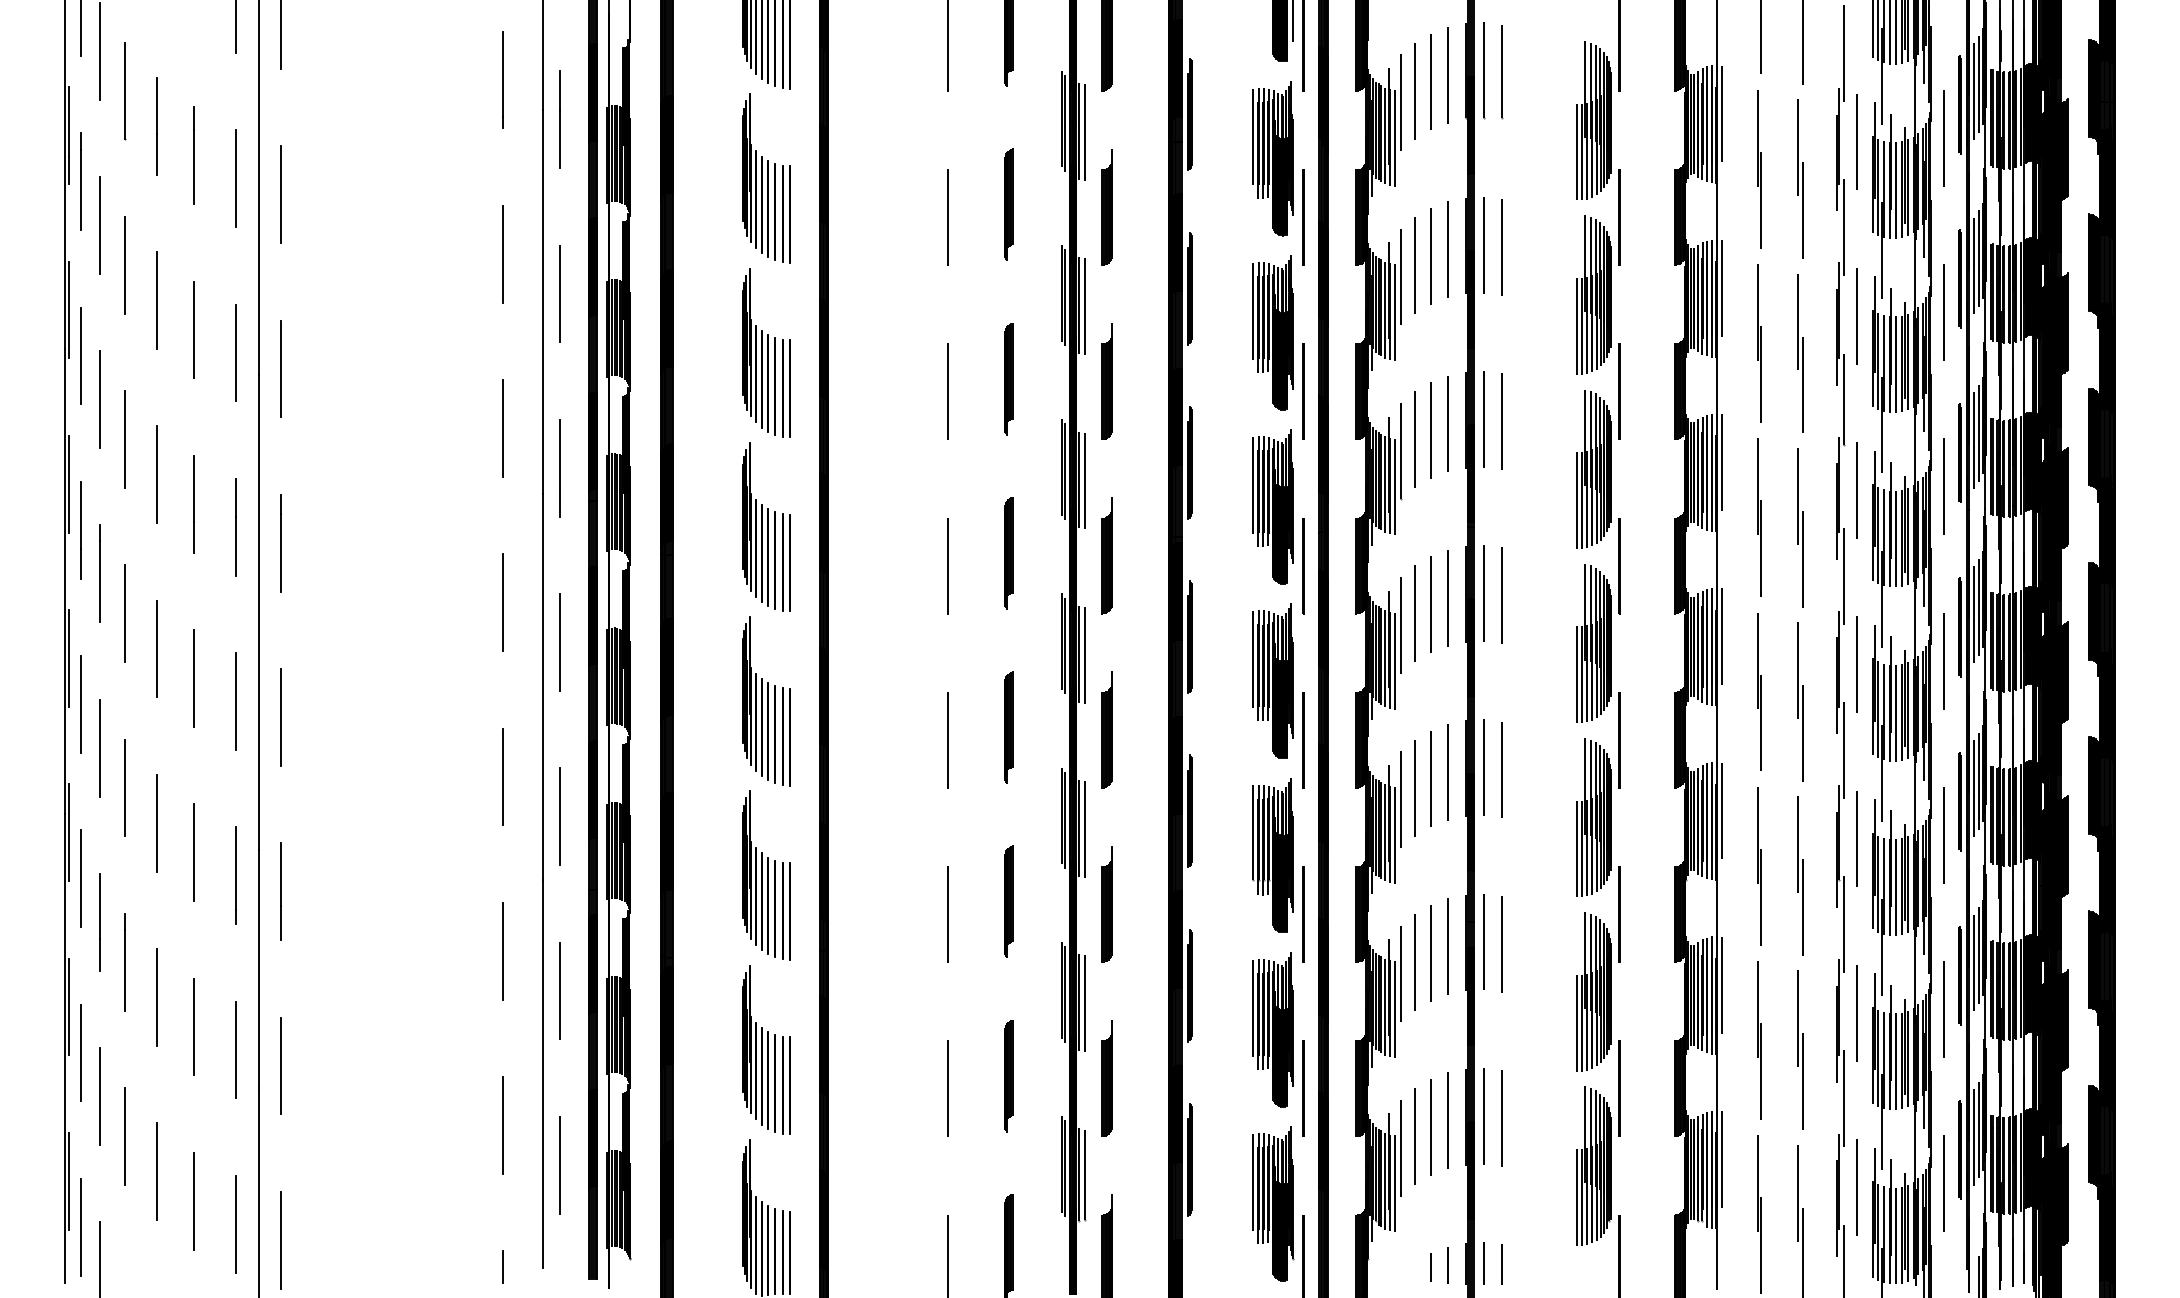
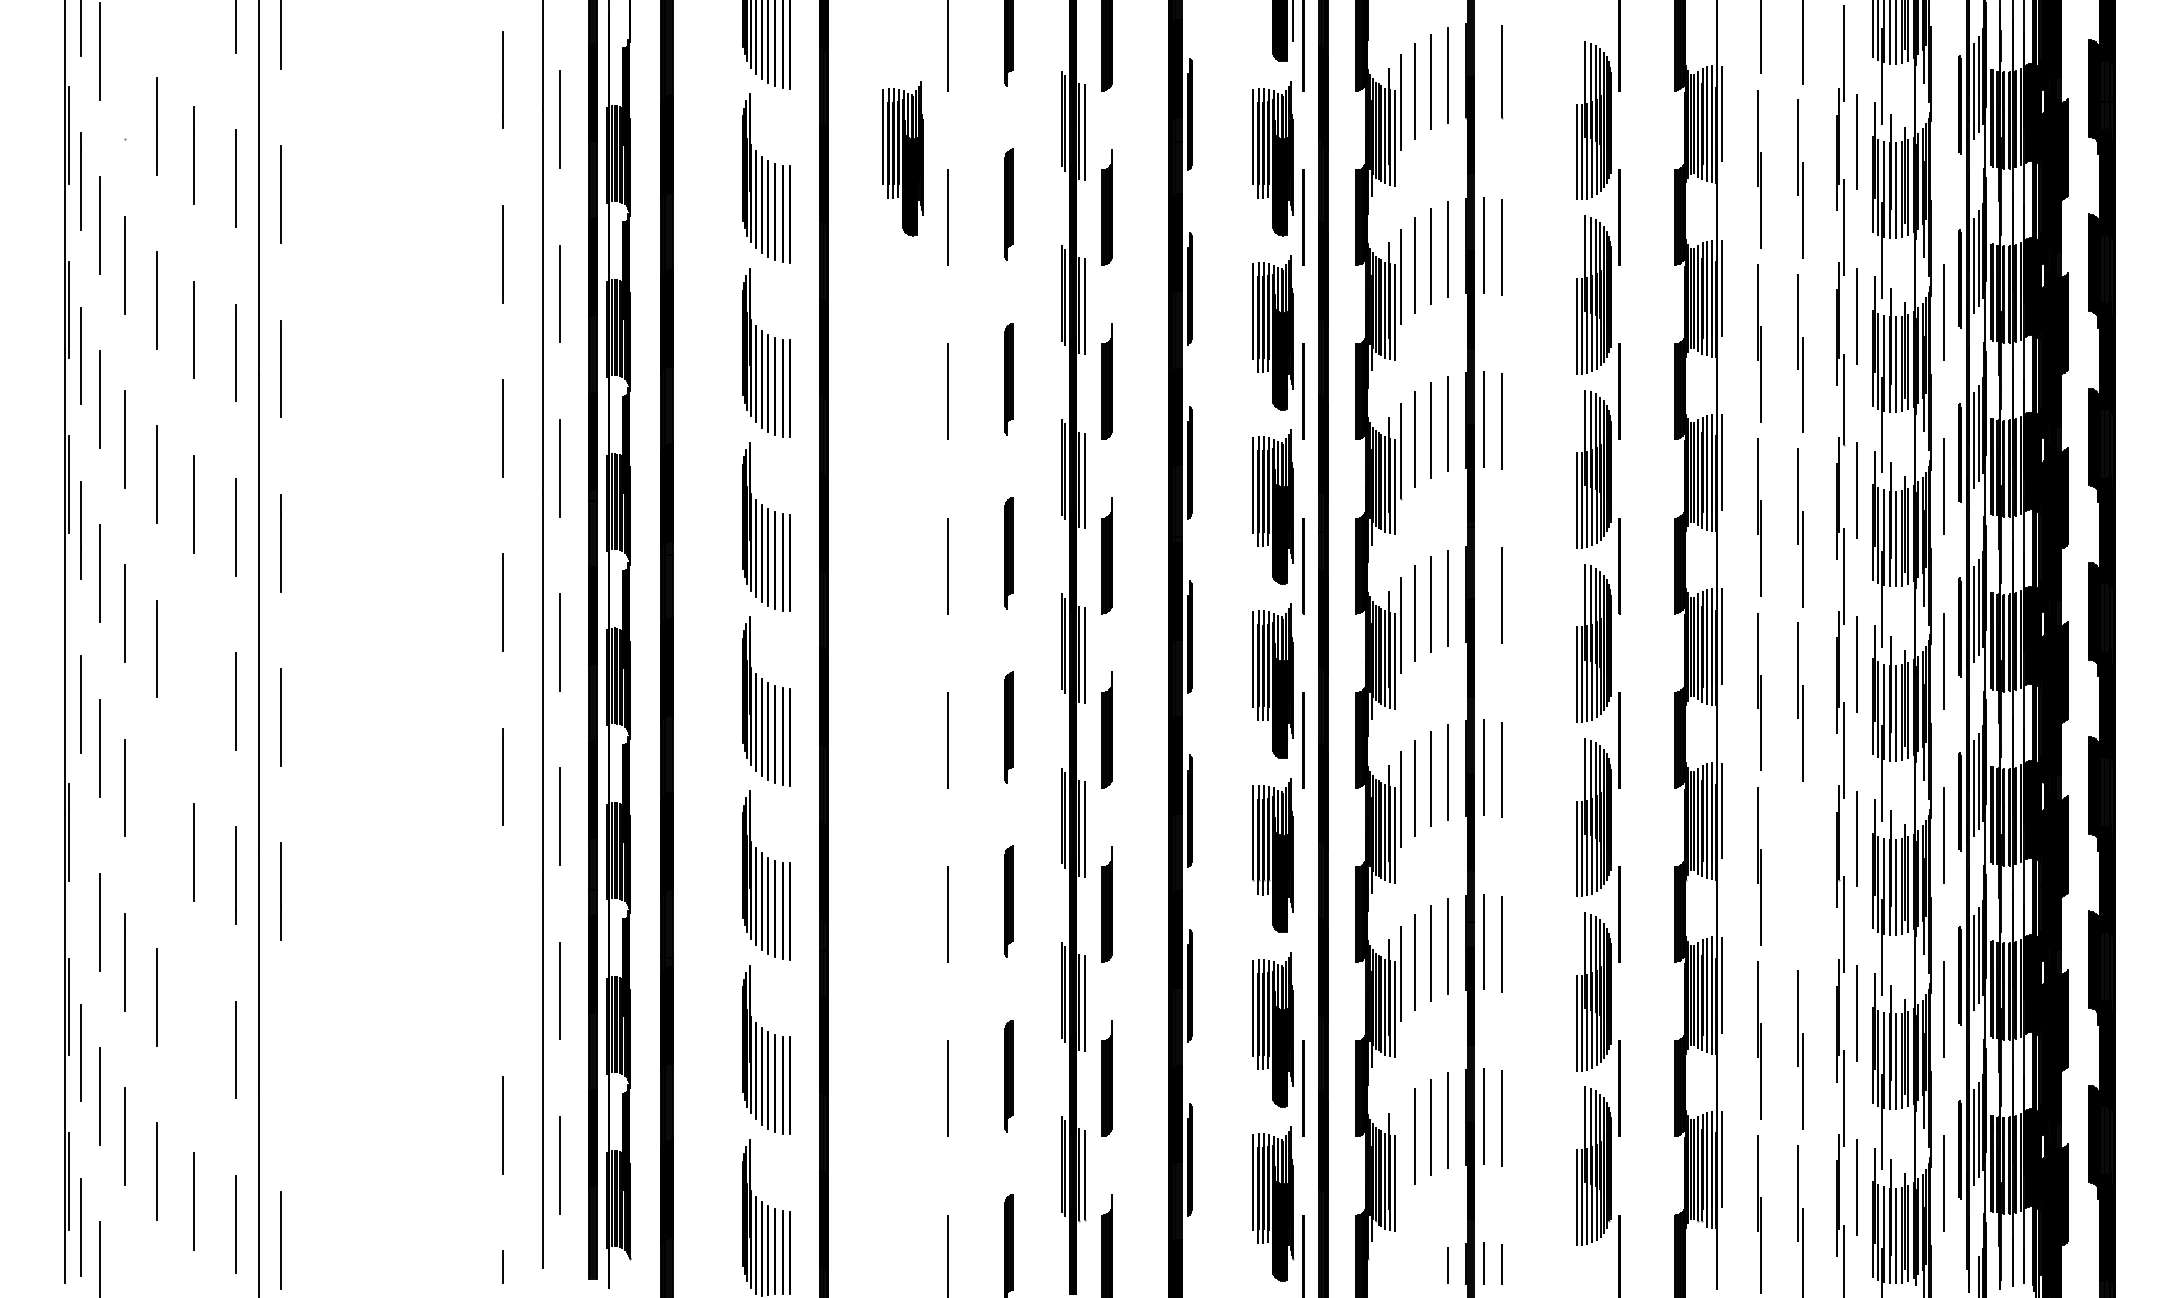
line at (1484, 70): present -> none
line at (125, 90): present -> none
line at (1943, 138): present -> none
part at (902, 158): none -> present
line at (1483, 593): present -> none
line at (69, 658): present -> none
line at (193, 678): present -> none
line at (157, 822): present -> none
part at (1800, 875): present -> none
line at (80, 878): present -> none
line at (1303, 914): present -> none
line at (502, 950): present -> none
line at (194, 1026): present -> none
line at (280, 1065): present -> none
line at (1400, 1147): present -> none
line at (1430, 1267): present -> none
